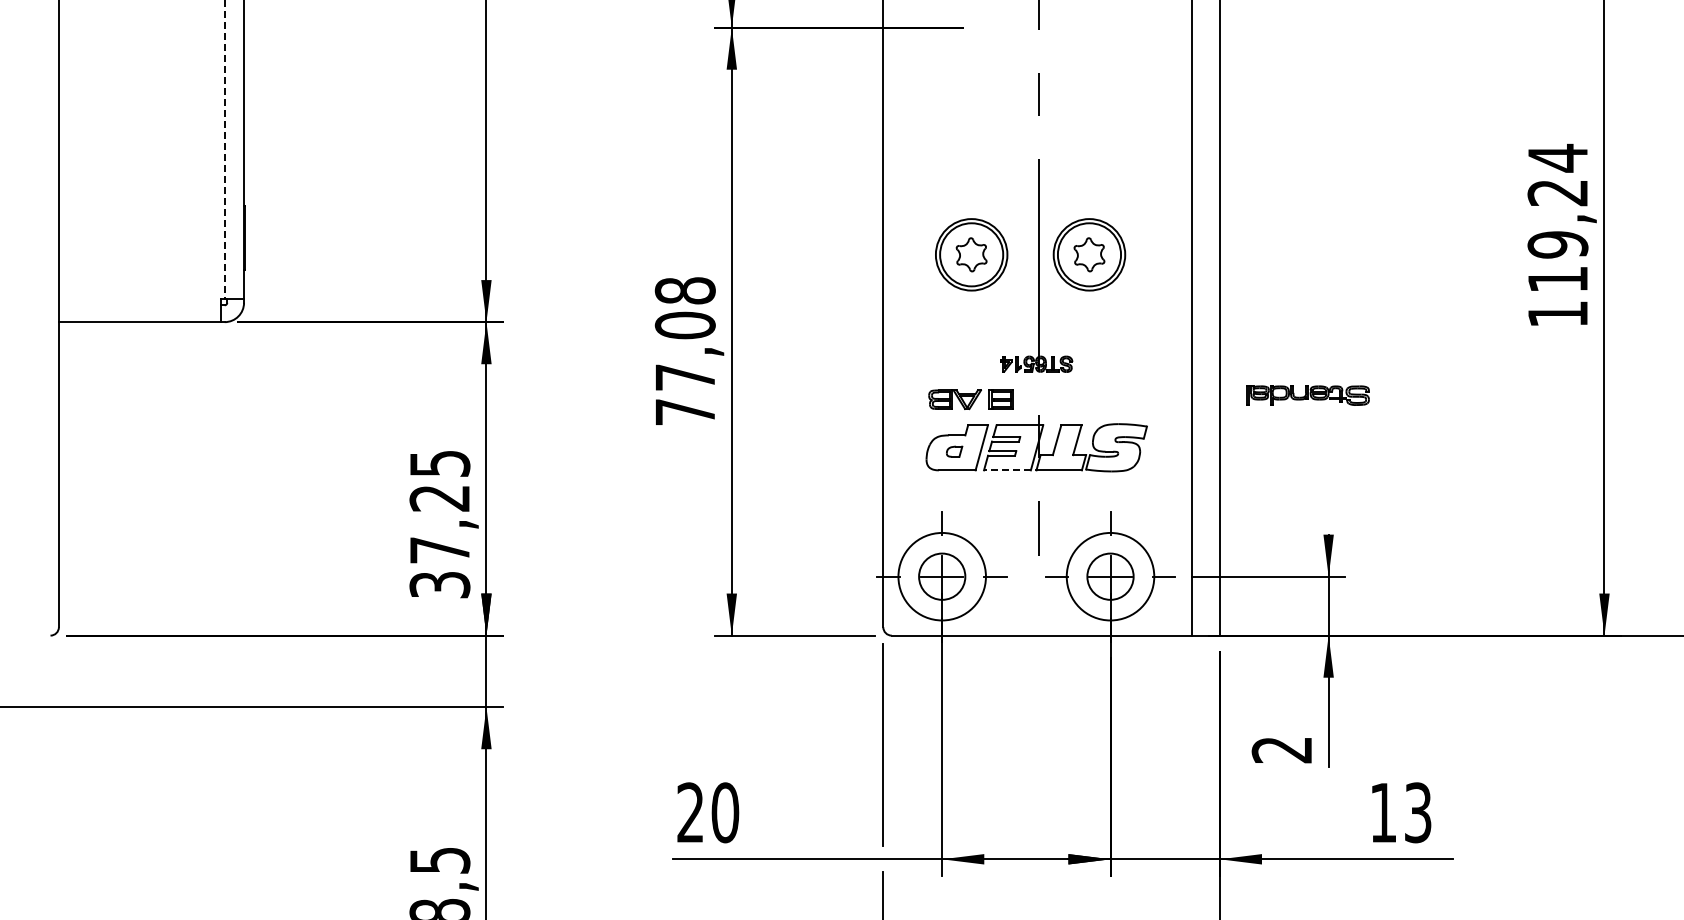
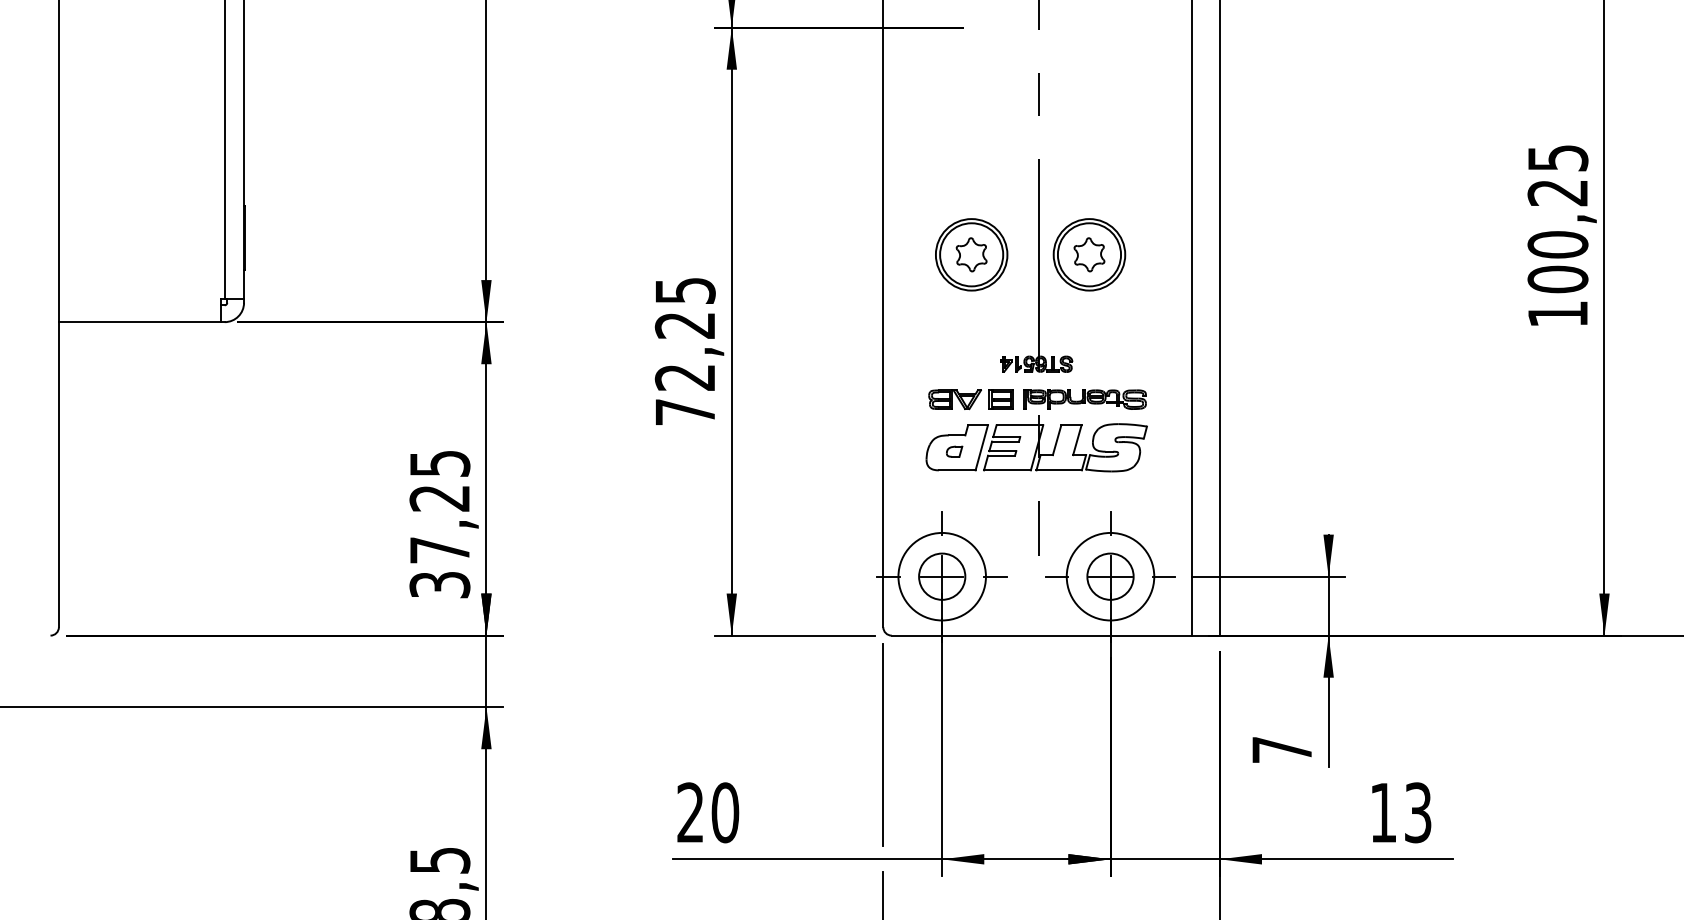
line at (224, 150): dashed -> solid
text at (1557, 218): 119,24 -> 100,25
text at (684, 333): 77,08 -> 72,25
part at (1307, 395) position: (1307, 395) -> (1084, 399)
line at (1006, 470): dashed -> solid
text at (1281, 750): 2 -> 7
